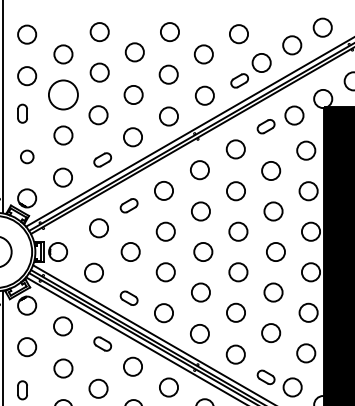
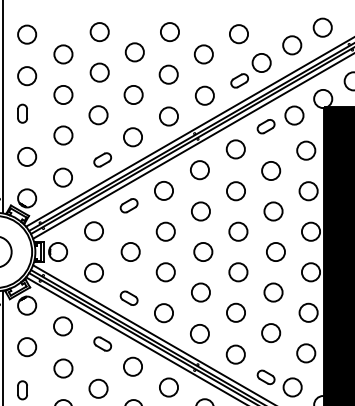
circle at (62, 94) diameter: 29 px -> 18 px
line at (192, 146): none -> present
circle at (27, 156) size: 15x16 px -> 21x20 px
circle at (98, 228) position: (98, 228) -> (93, 231)
